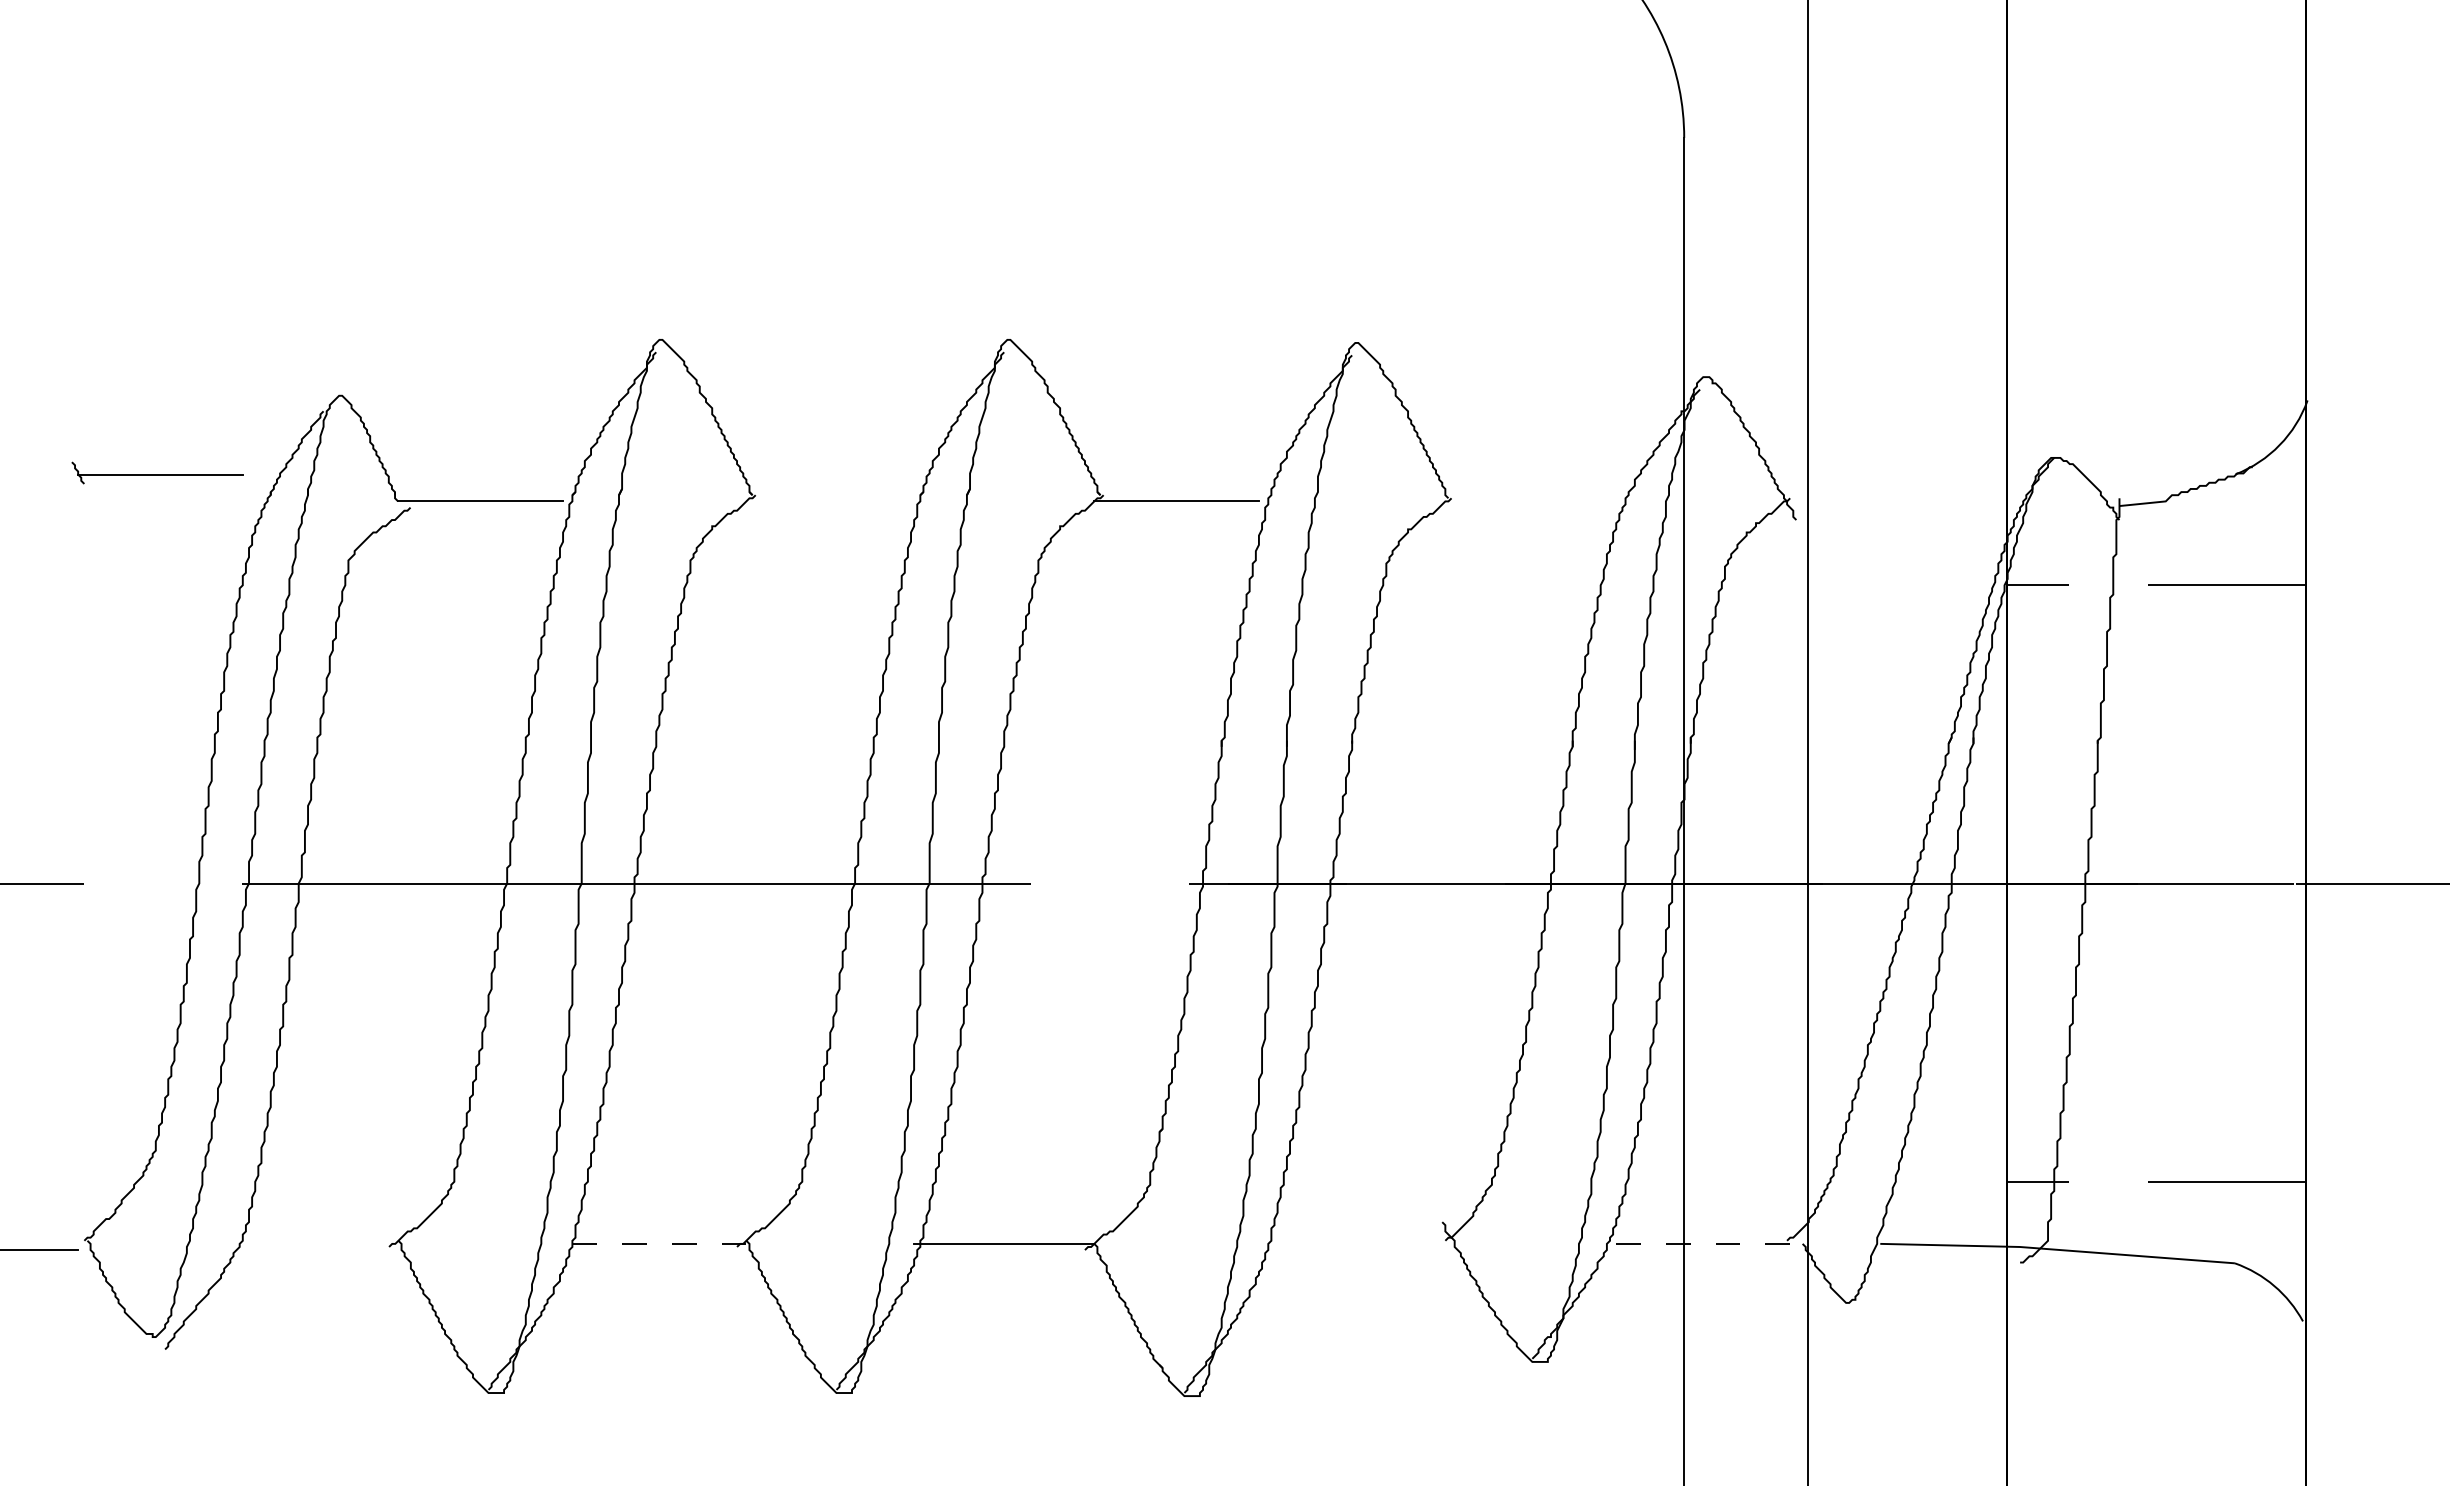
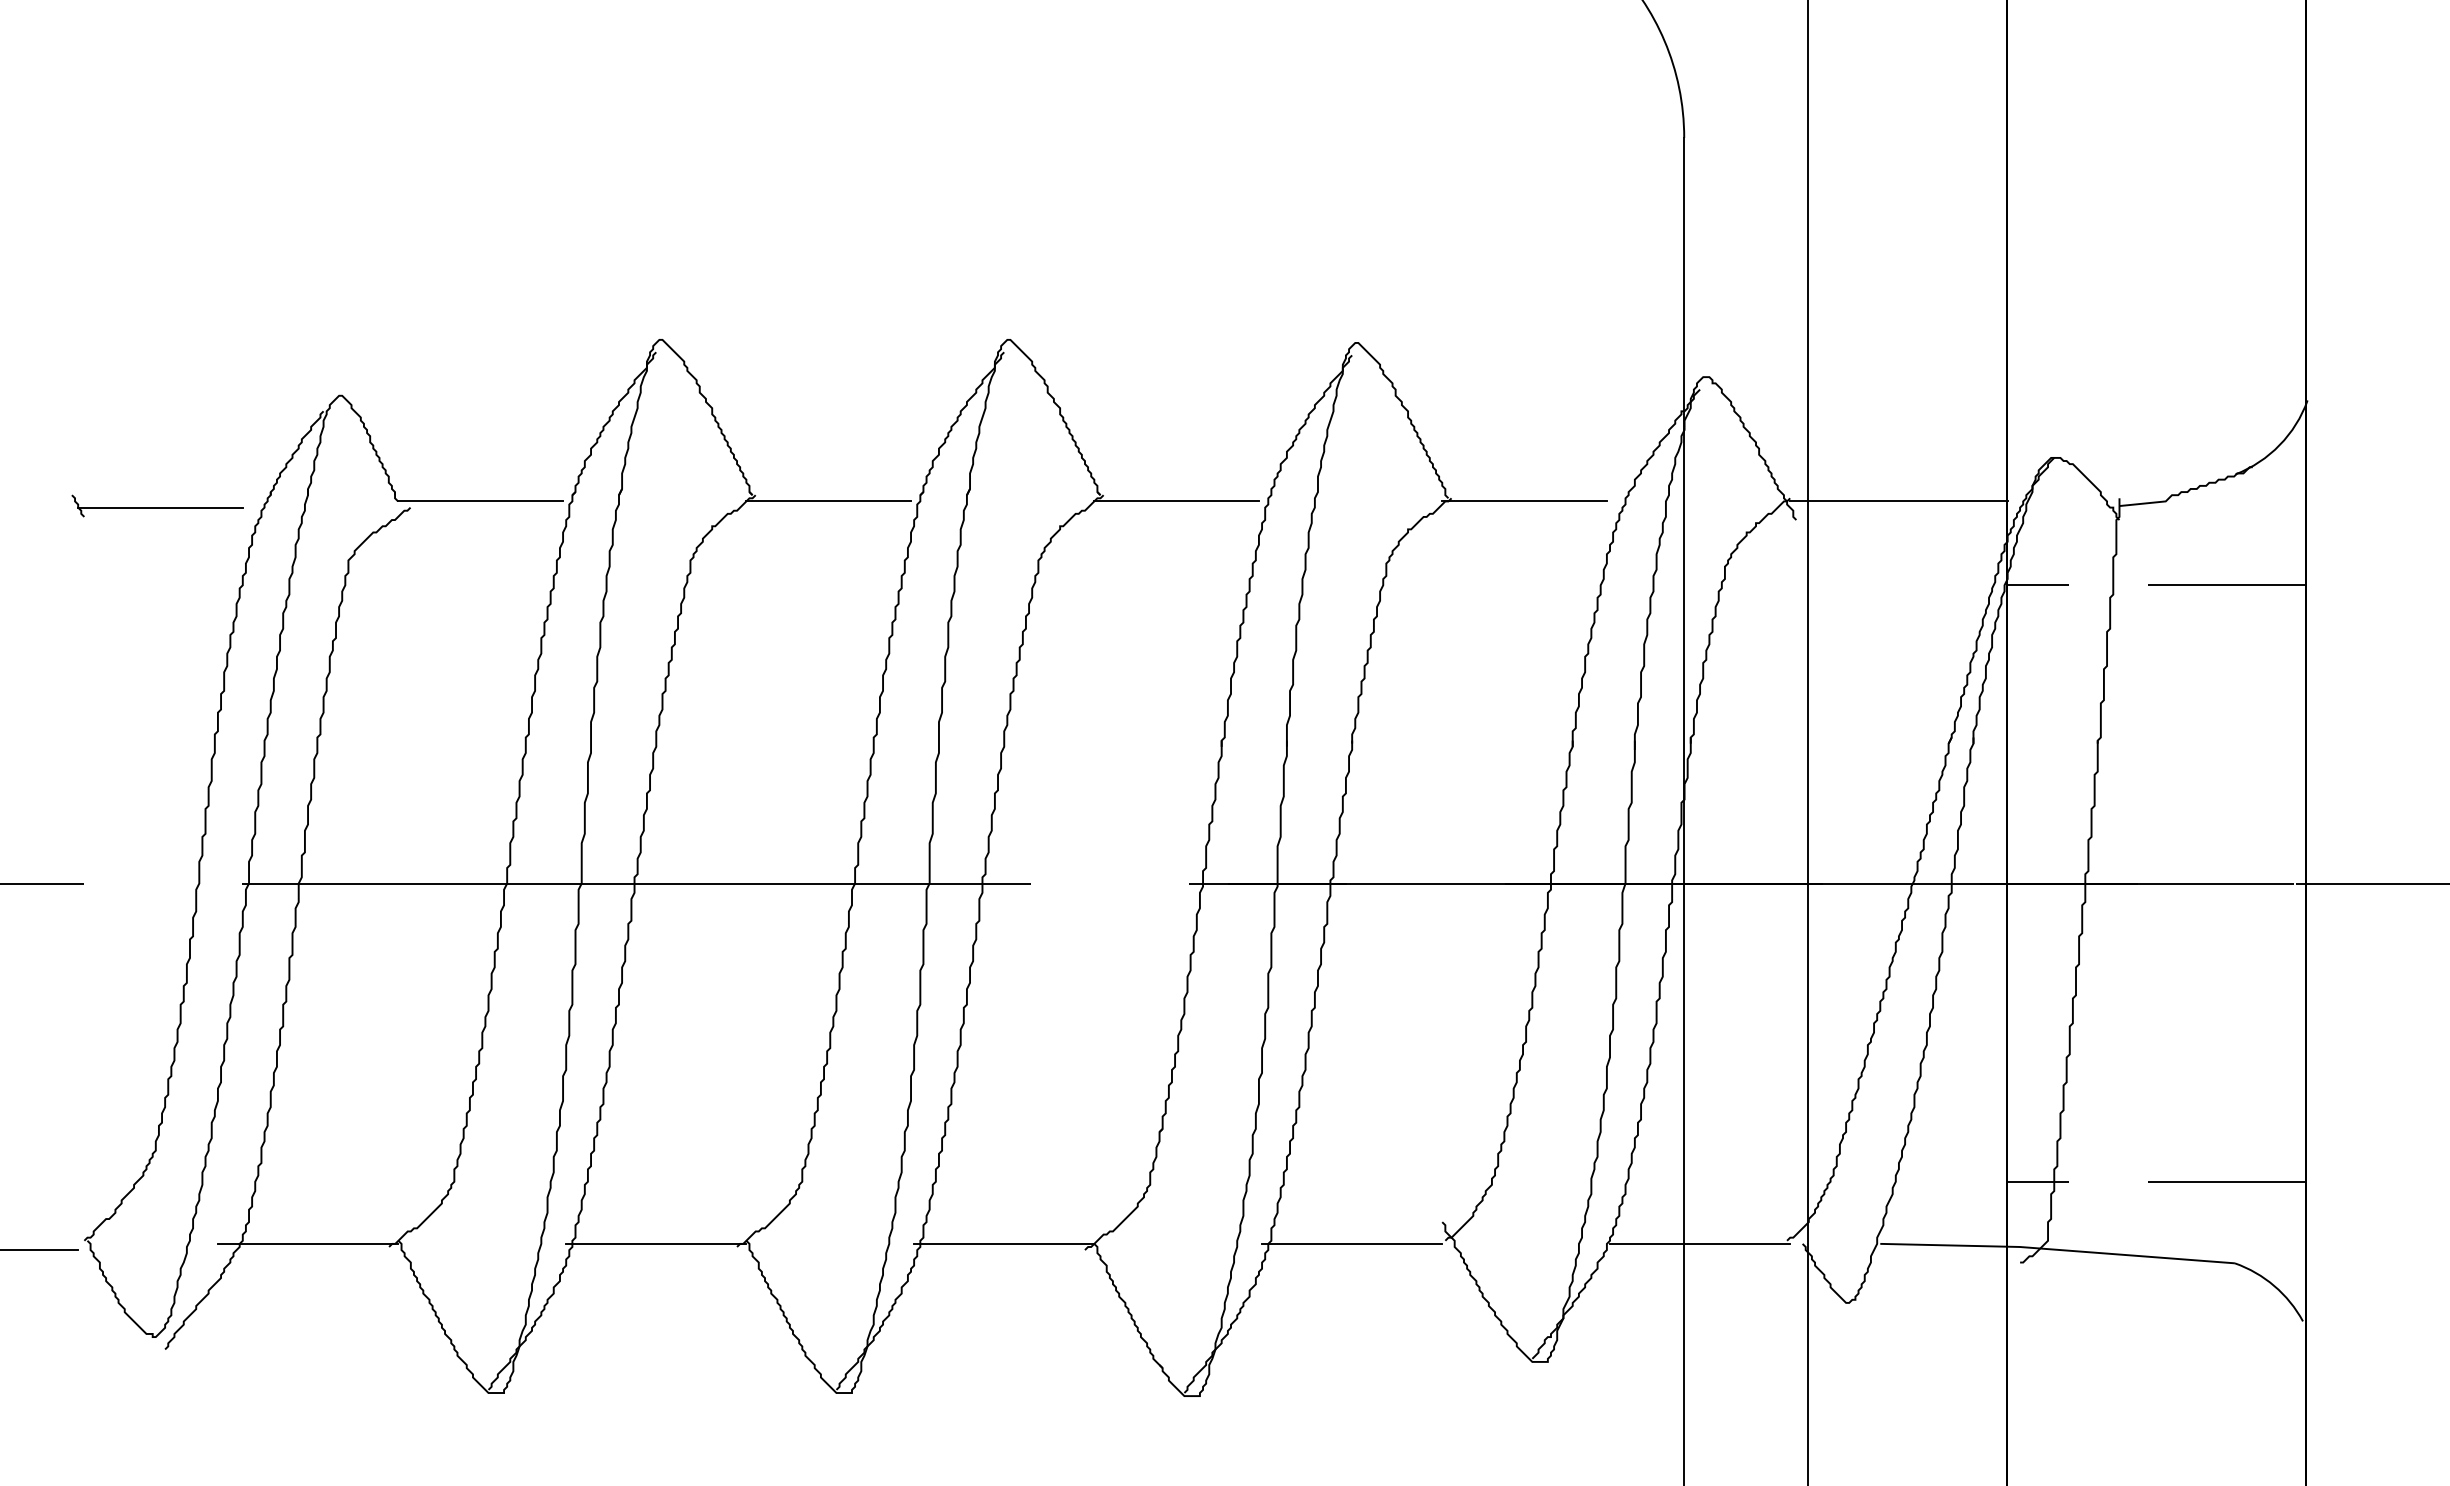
part at (157, 472) position: (157, 472) -> (157, 505)
line at (828, 501): none -> present
line at (1524, 501): none -> present
line at (1898, 501): none -> present
line at (308, 1243): none -> present
line at (655, 1243): dashed -> solid
line at (1352, 1243): none -> present
line at (1699, 1243): dashed -> solid
